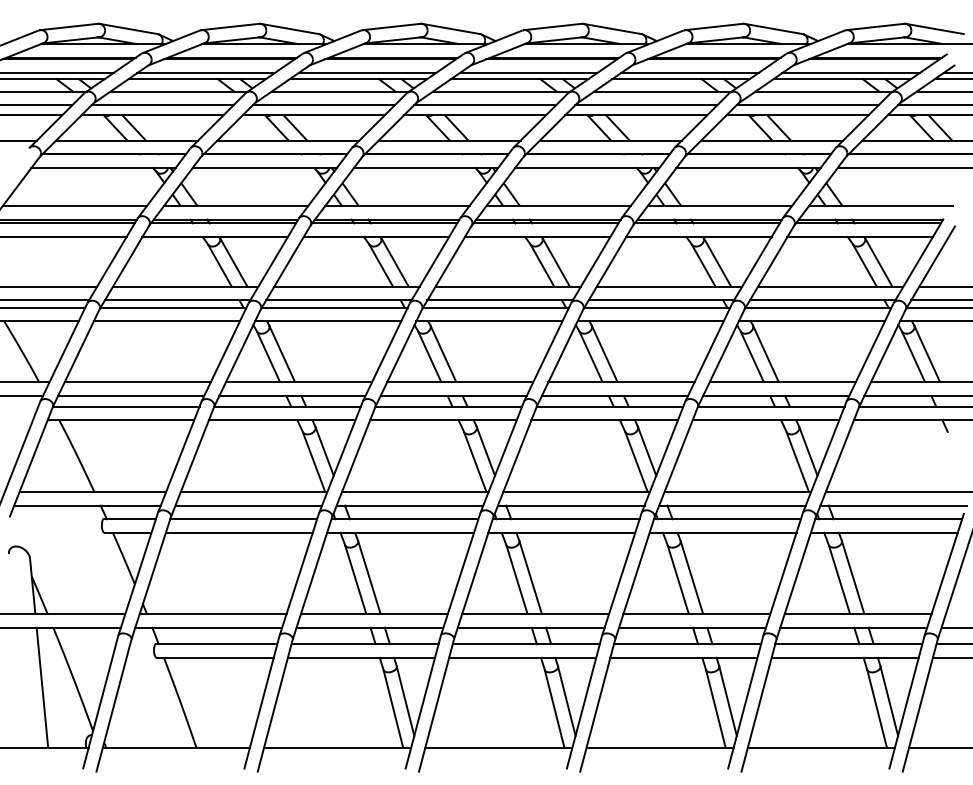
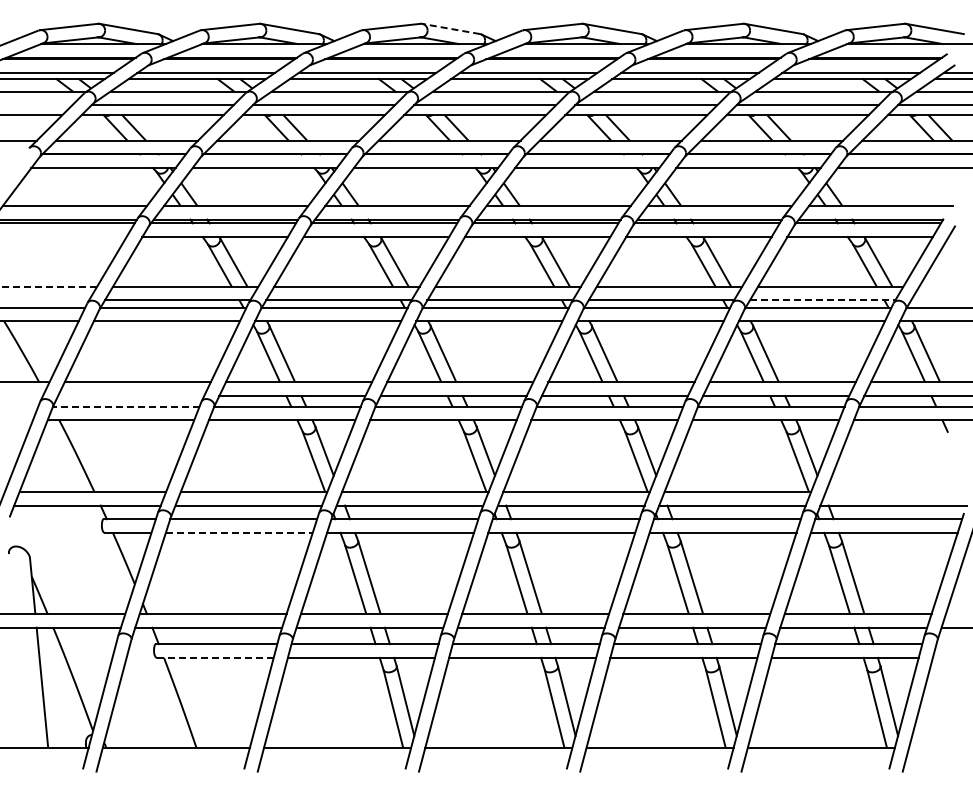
line at (450, 28): solid -> dashed
line at (37, 105): present -> none
line at (64, 237): present -> none
line at (48, 286): solid -> dashed
line at (944, 286): present -> none
line at (45, 300): present -> none
line at (822, 300): solid -> dashed
line at (940, 300): present -> none
line at (22, 396): present -> none
line at (131, 396): present -> none
line at (125, 406): solid -> dashed
line at (897, 491): present -> none
line at (239, 532): solid -> dashed
line at (952, 644): present -> none
line at (215, 657): solid -> dashed
line at (950, 657): present -> none
line at (939, 747): present -> none
